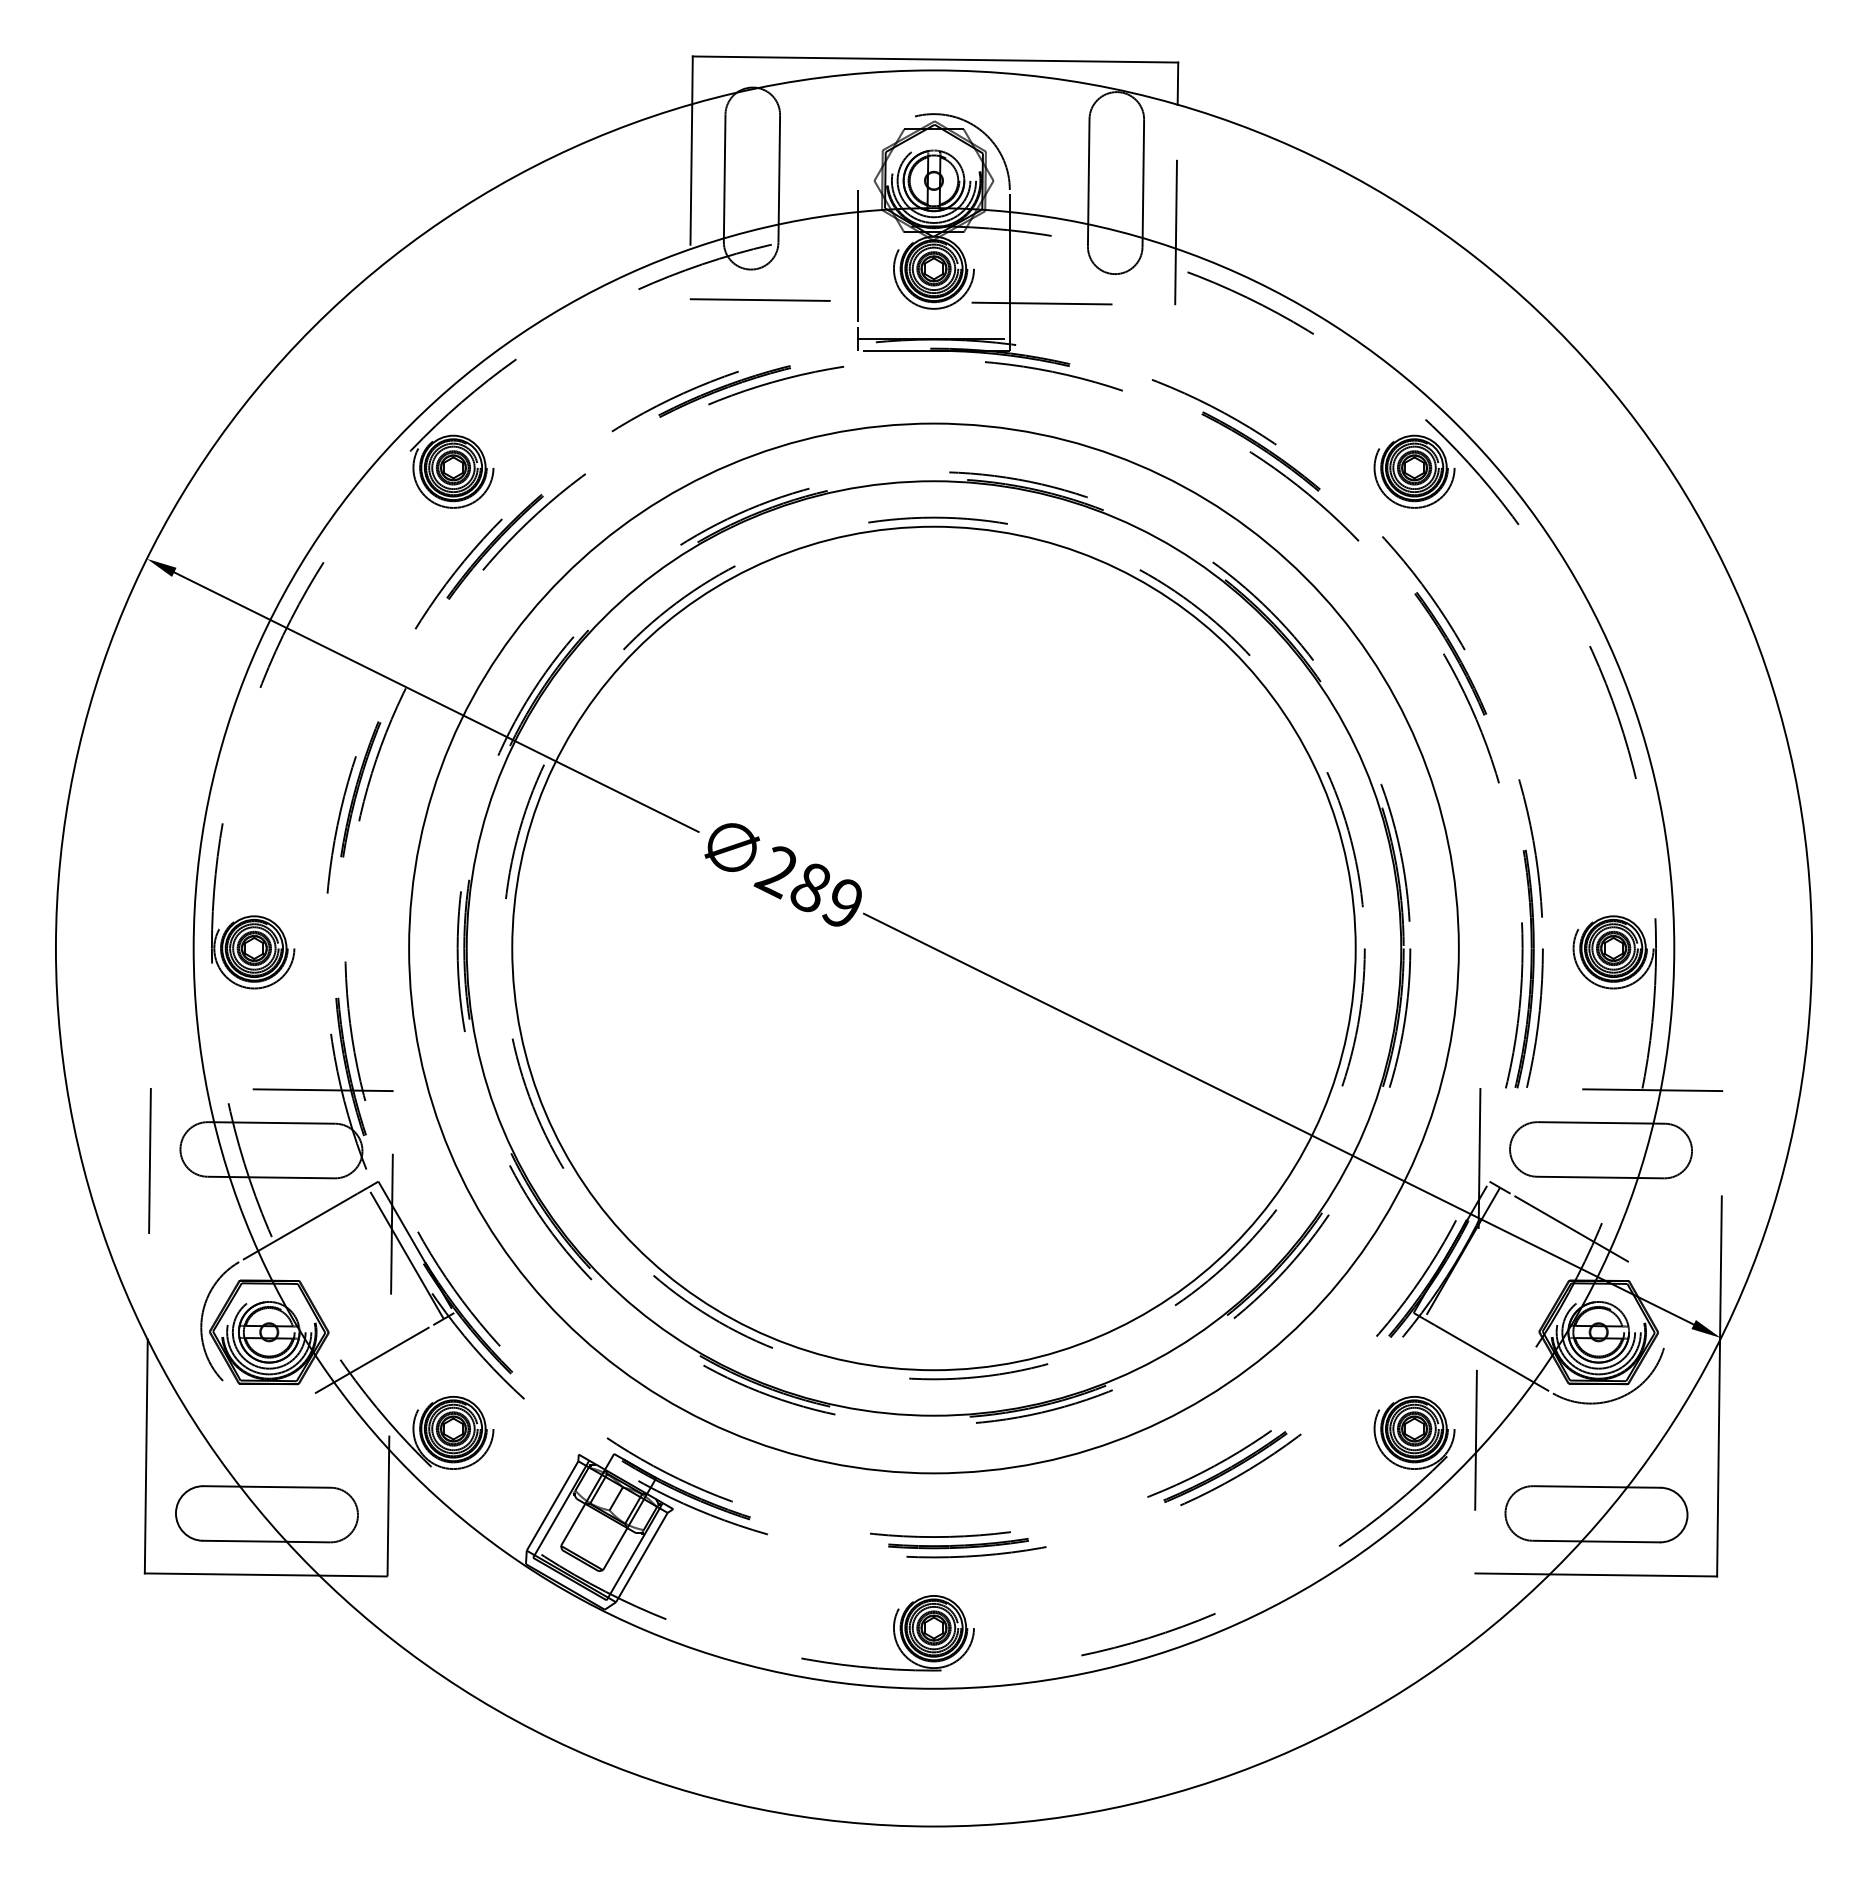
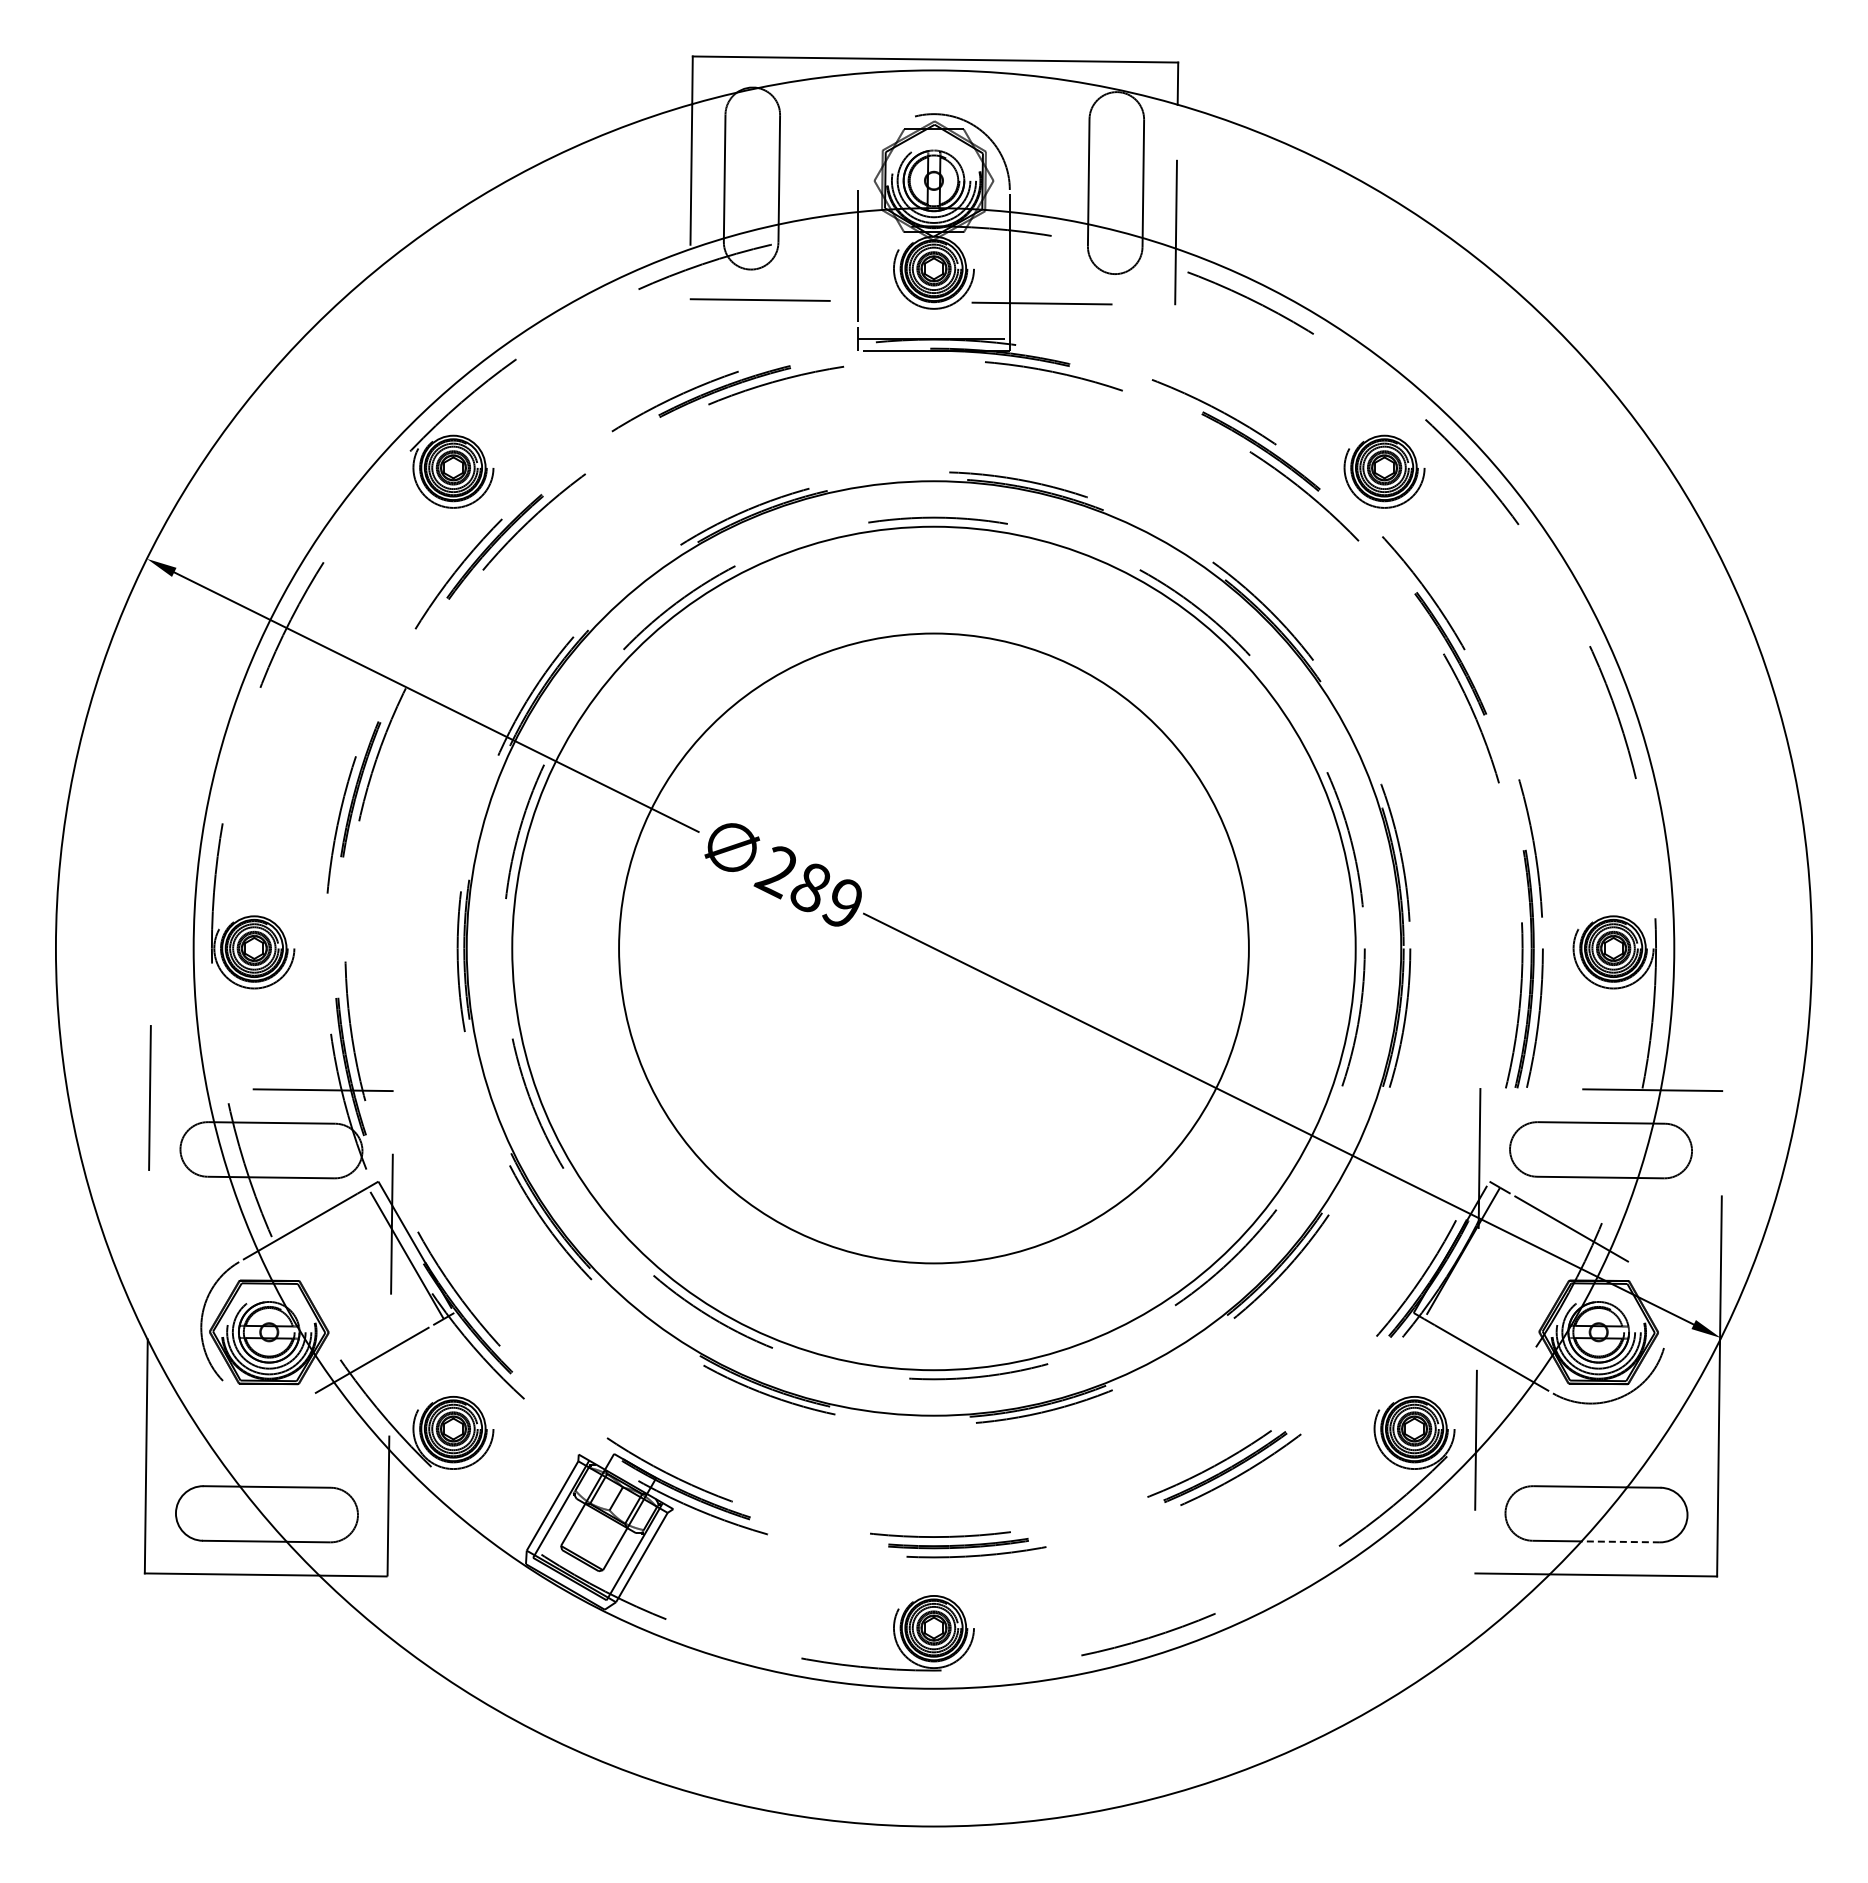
part at (1414, 471) position: (1414, 471) -> (1384, 471)
circle at (933, 948) diameter: 1050 px -> 630 px
line at (149, 1160) position: (149, 1160) -> (149, 1097)
line at (1620, 1541): solid -> dashed
